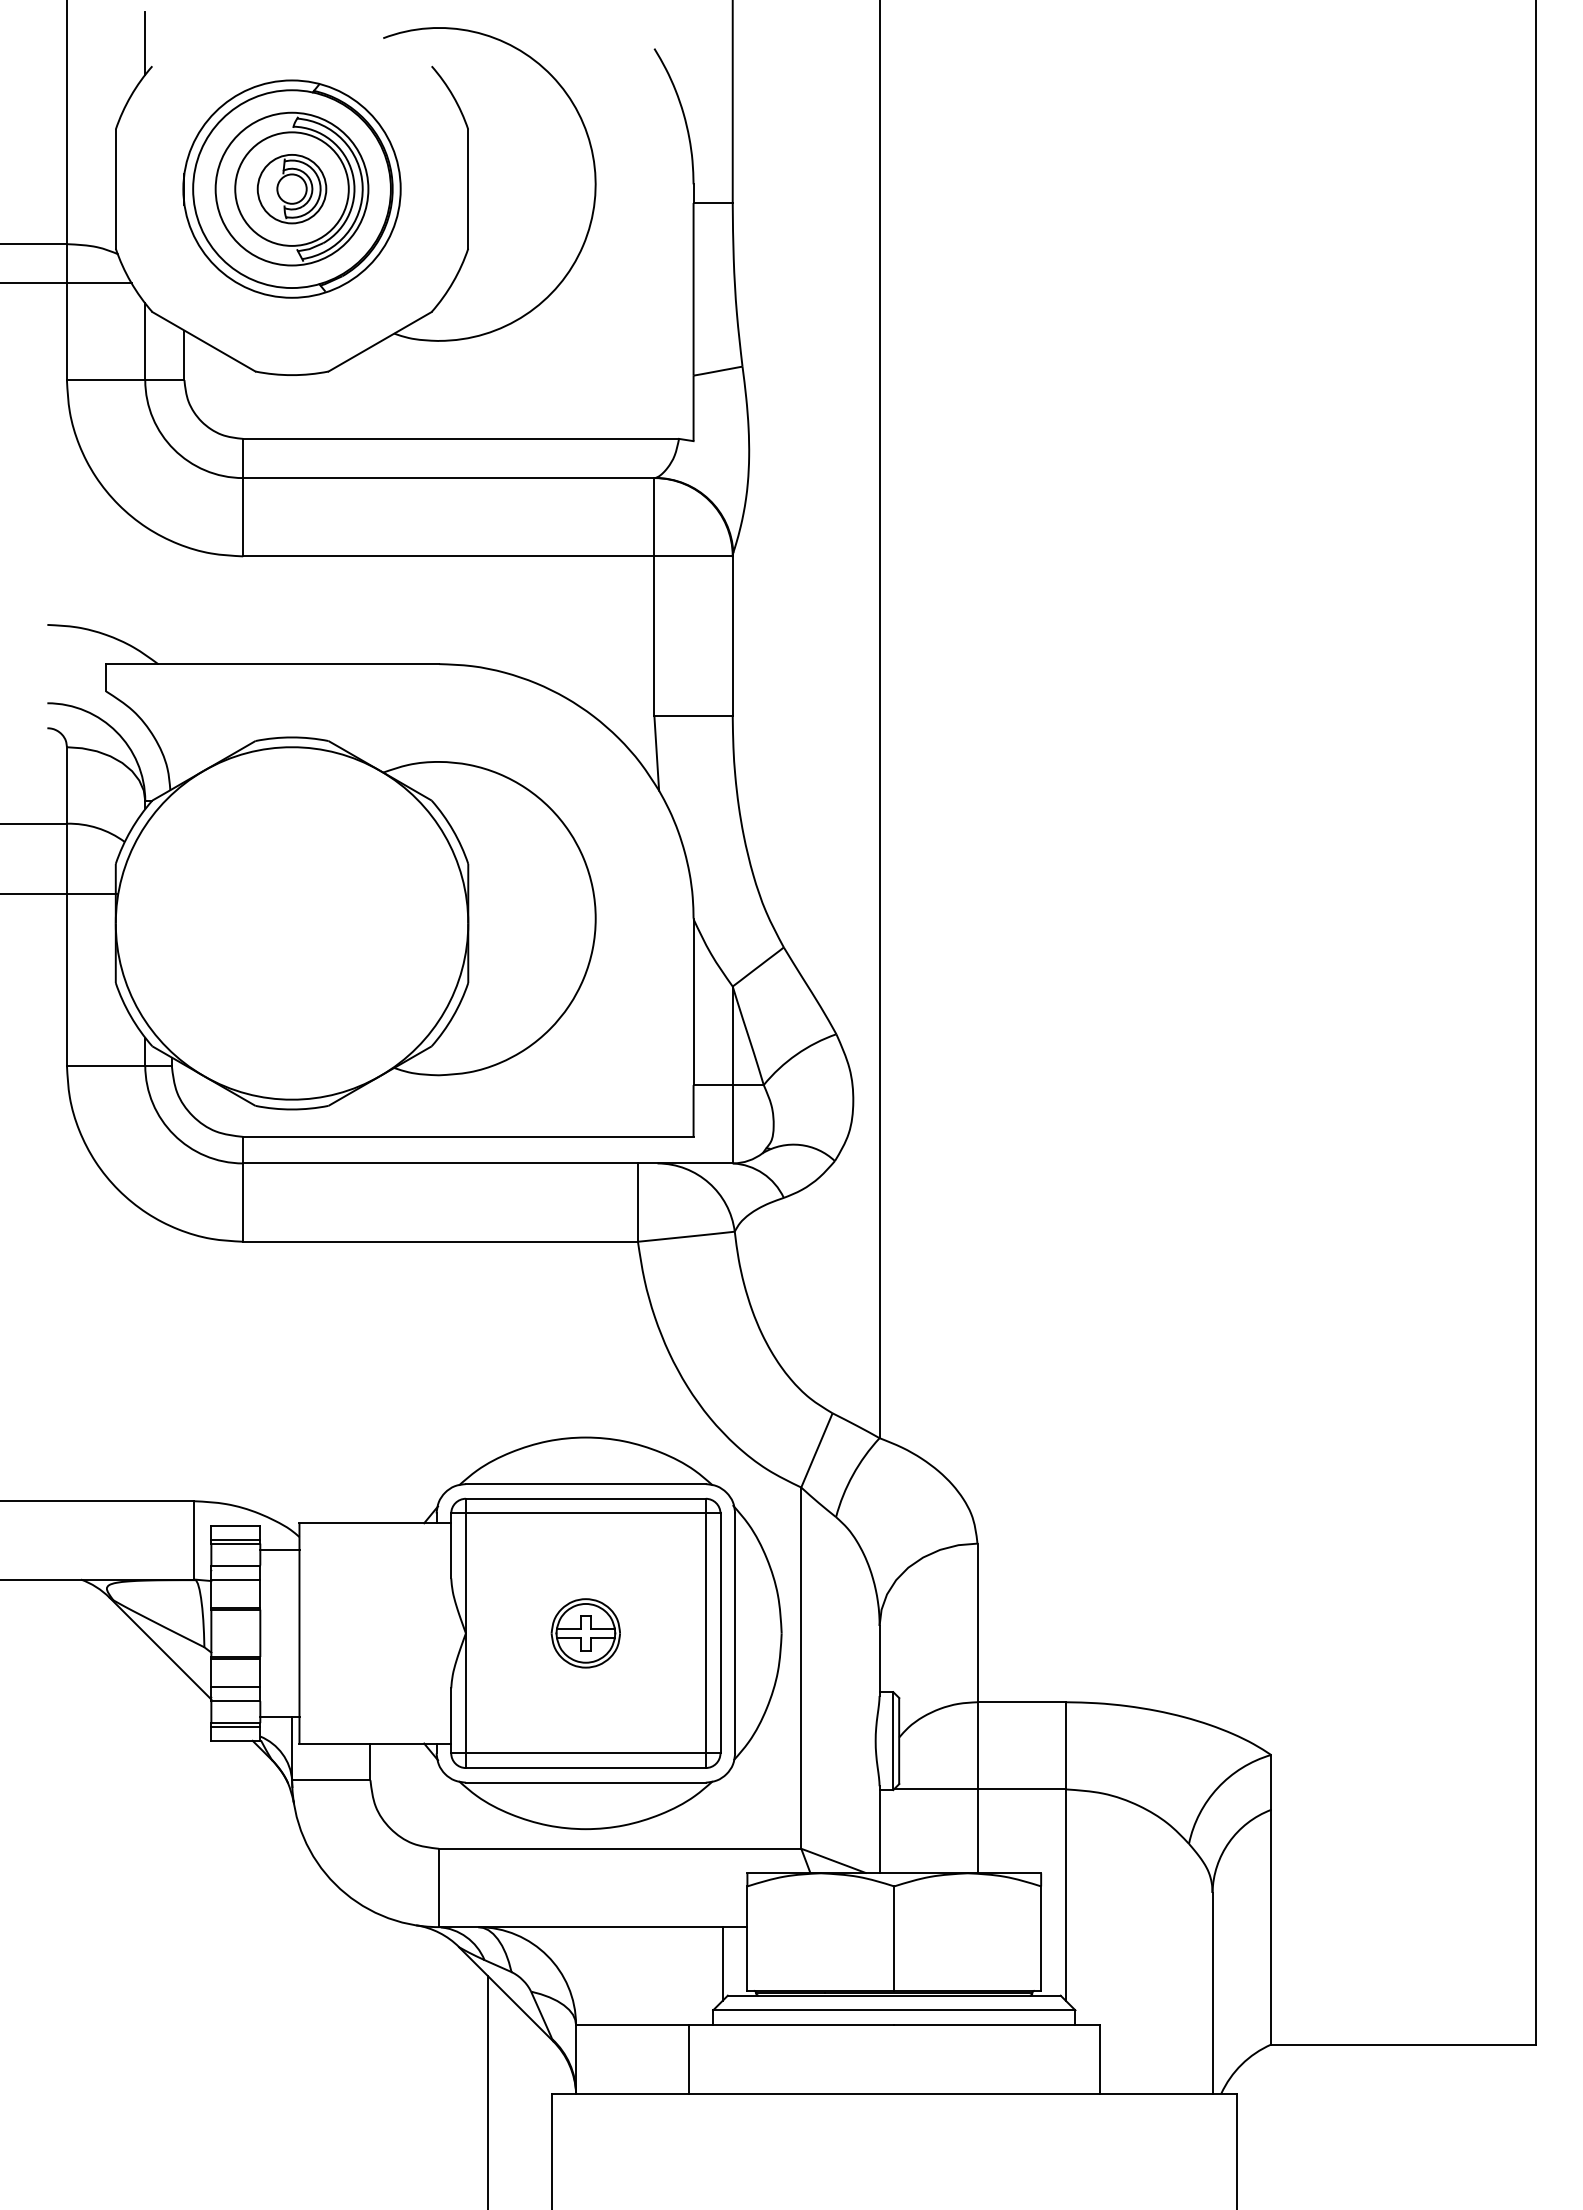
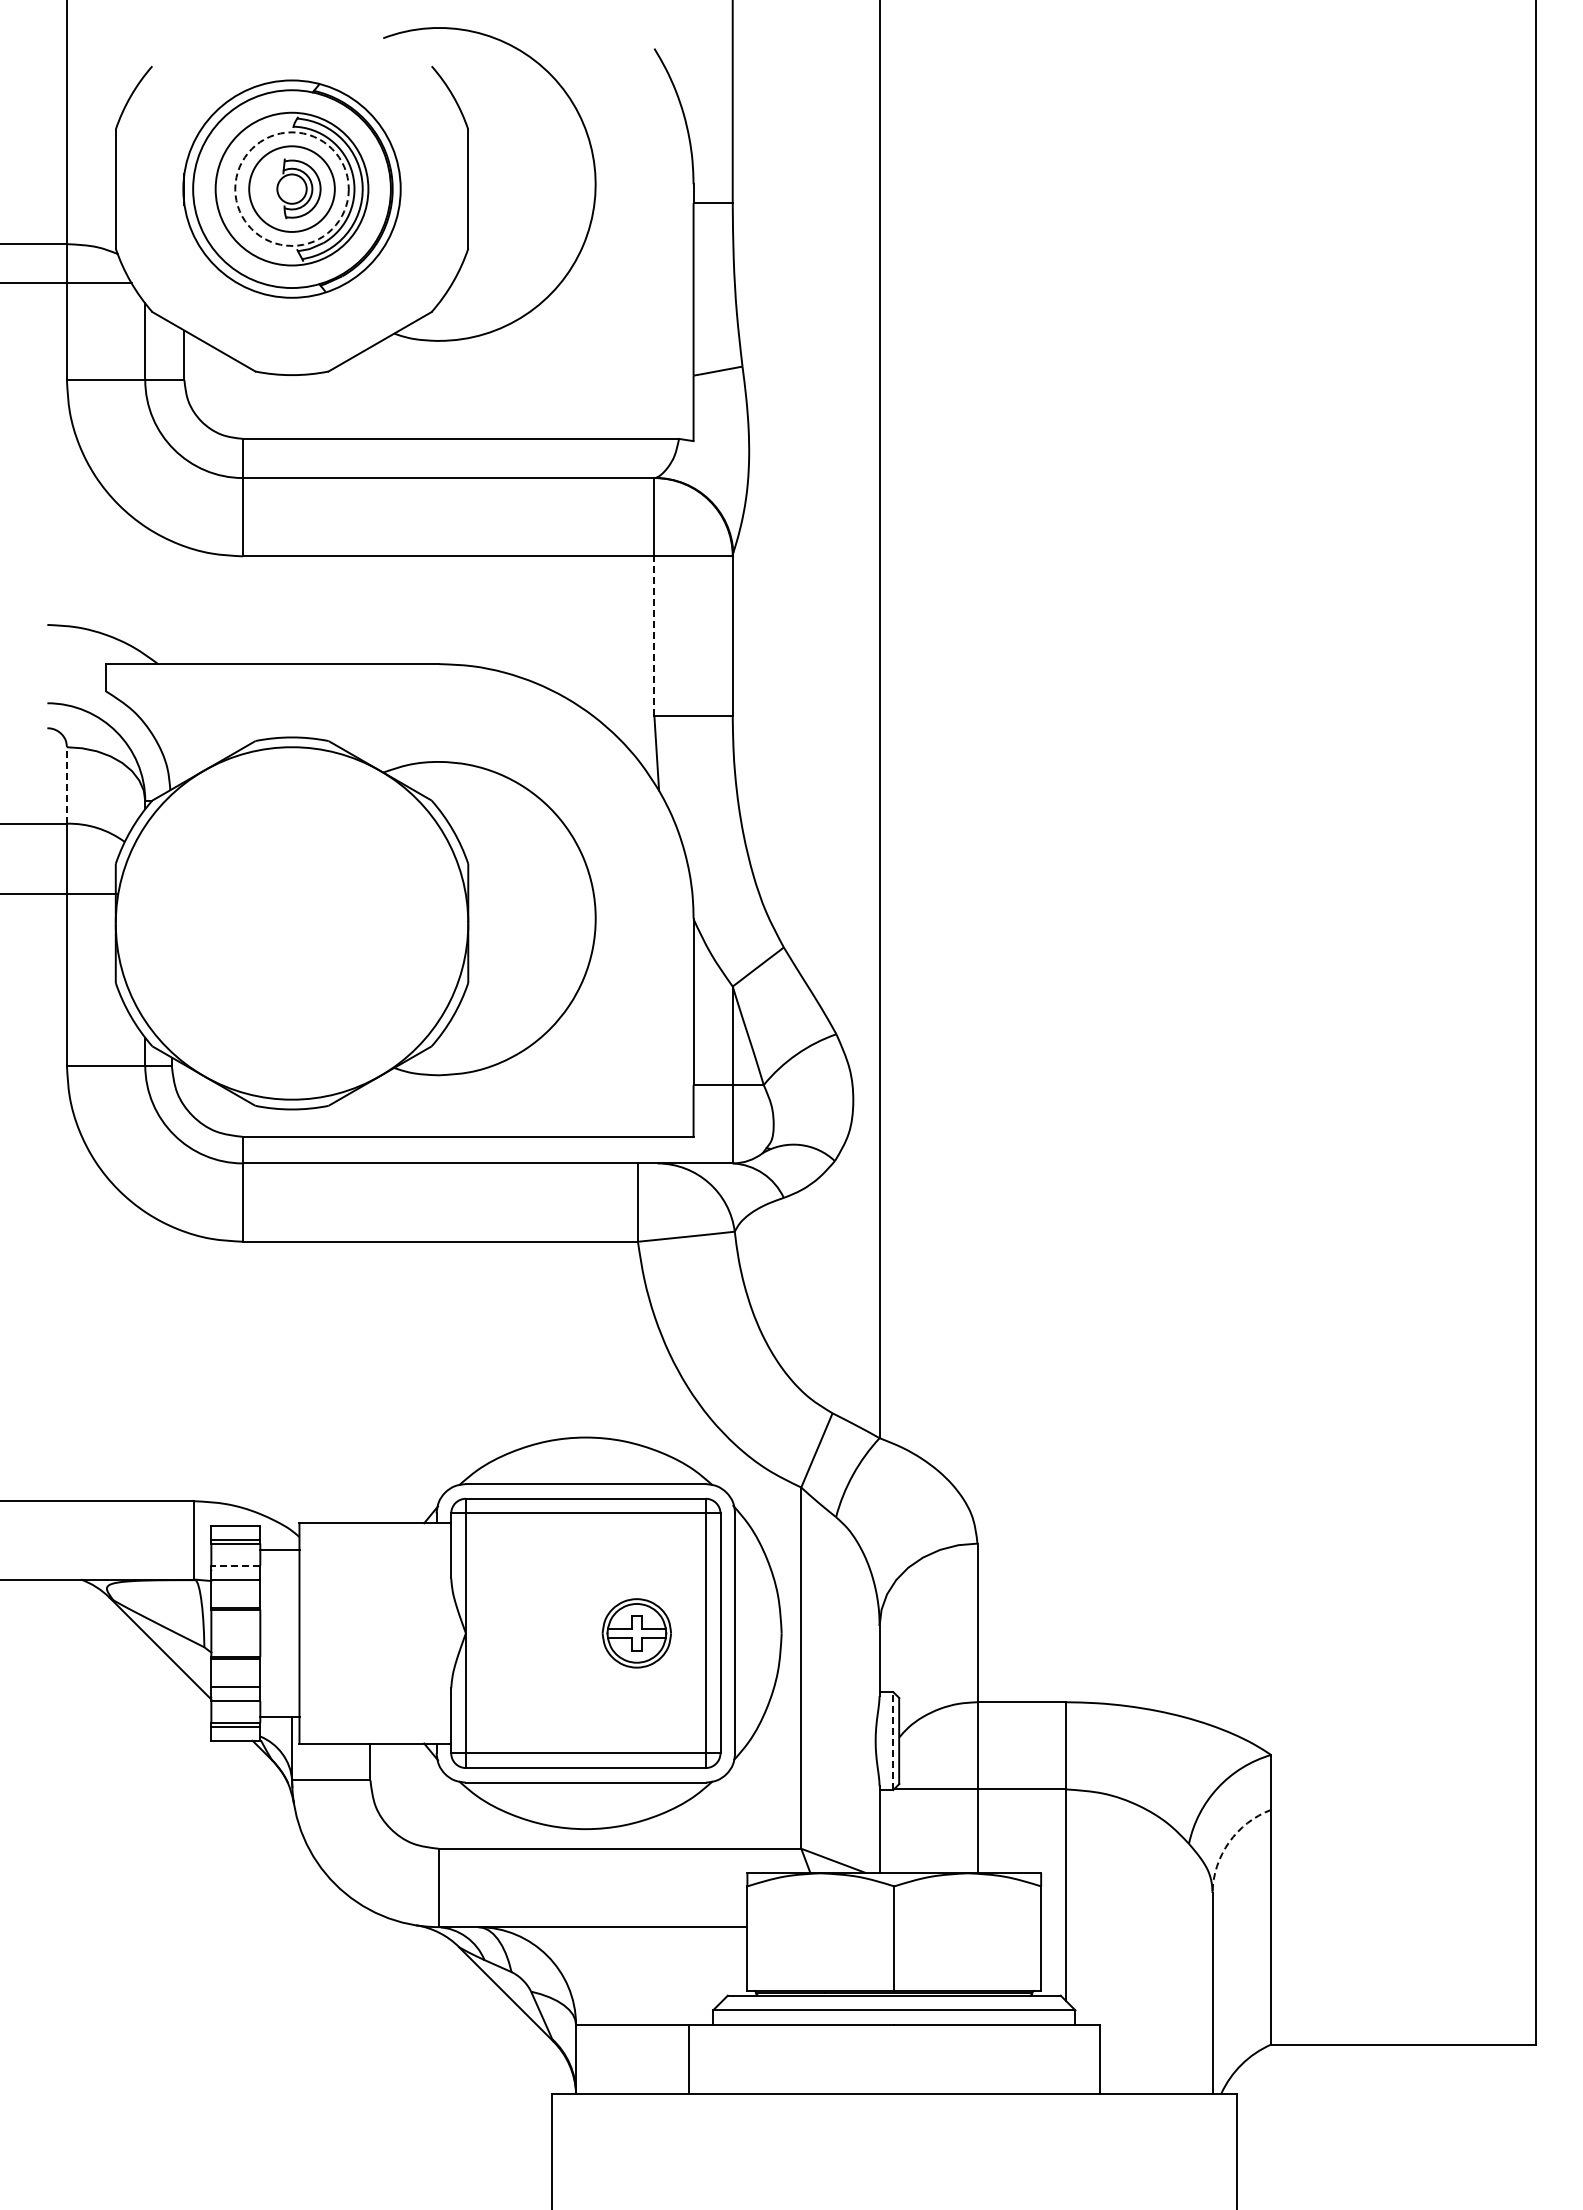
line at (145, 42): present -> none
circle at (291, 188) diameter: 69 px -> 86 px
circle at (291, 188): solid -> dashed
line at (654, 636): solid -> dashed
line at (66, 785): solid -> dashed
line at (235, 1565): solid -> dashed
part at (585, 1633) position: (585, 1633) -> (636, 1633)
line at (893, 1741): solid -> dashed
arc at (1229, 1842): solid -> dashed
line at (722, 1963): present -> none
line at (488, 2091): present -> none
